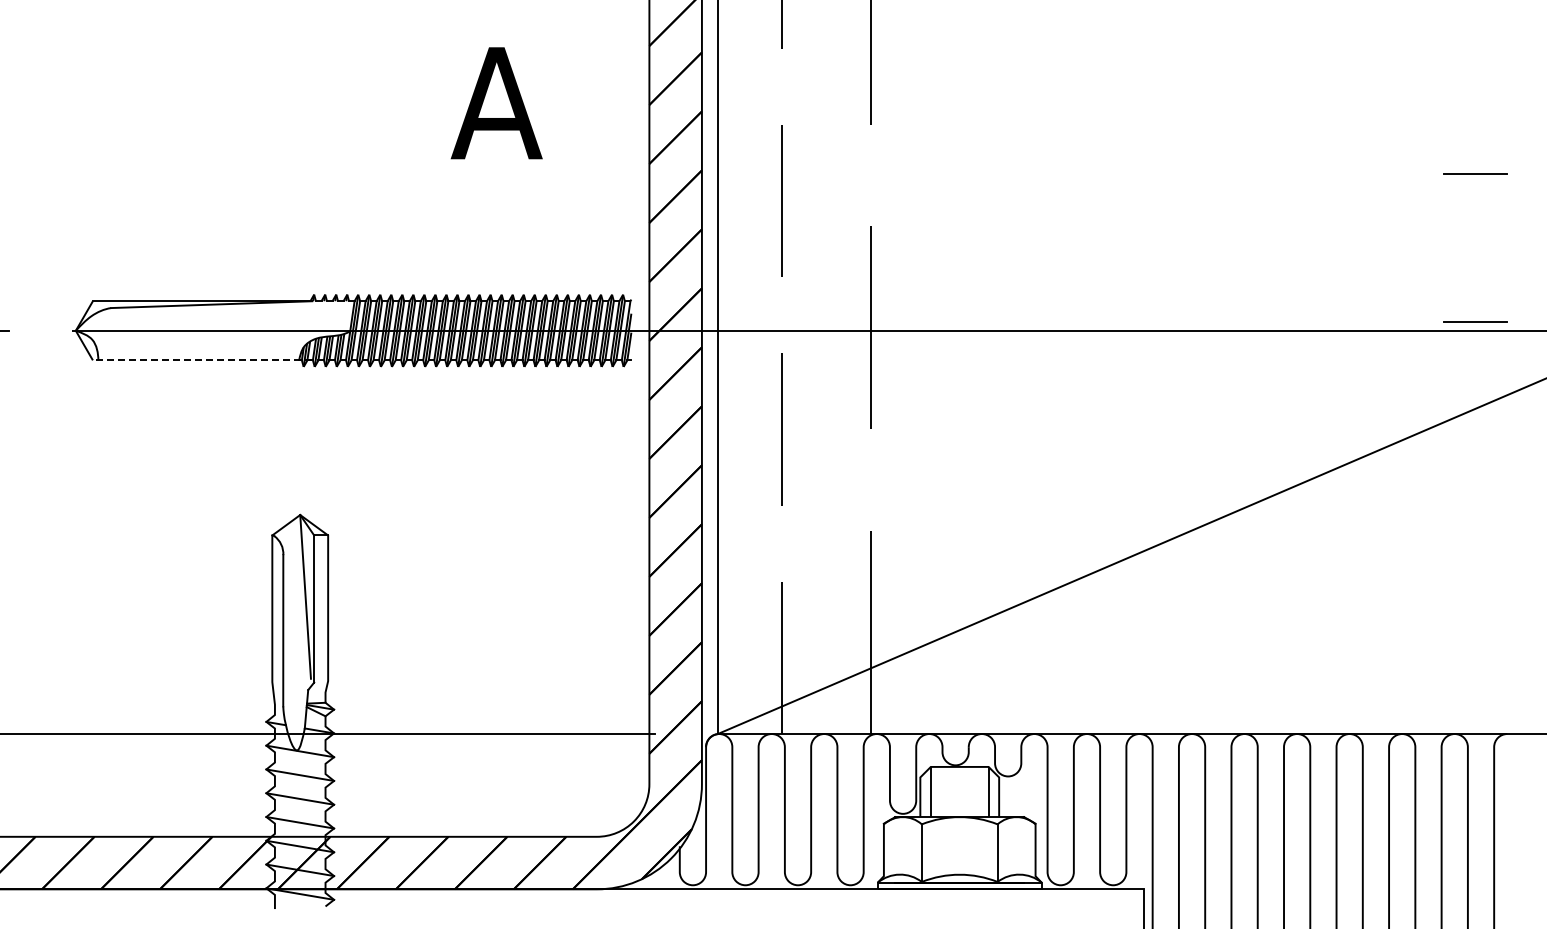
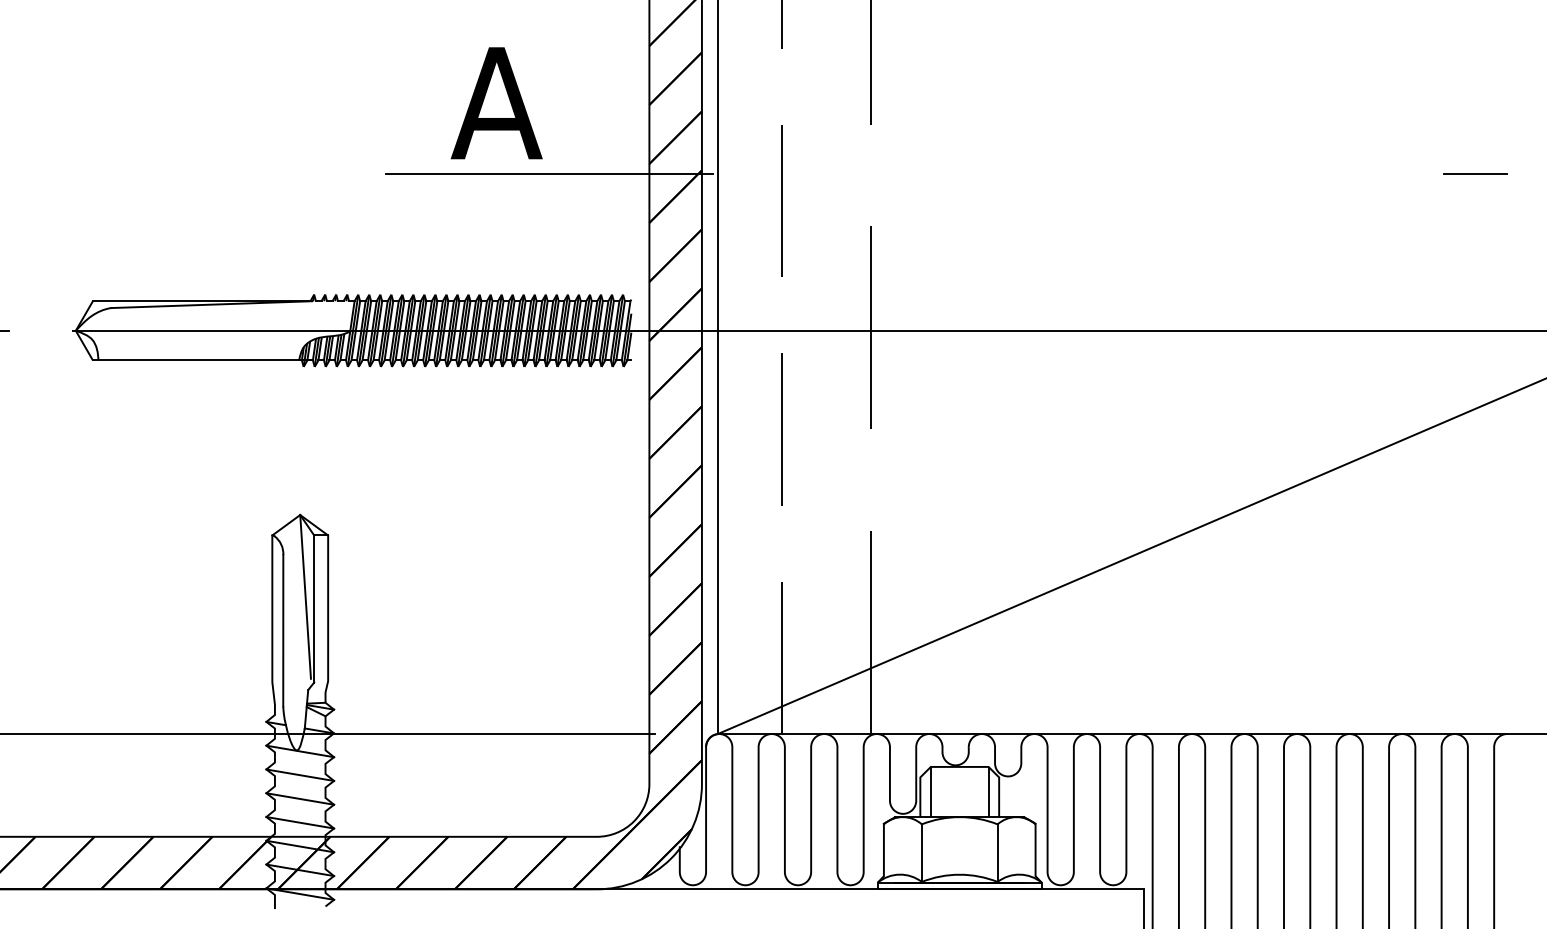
line at (548, 173): none -> present
line at (1475, 321): present -> none
line at (202, 360): dashed -> solid
